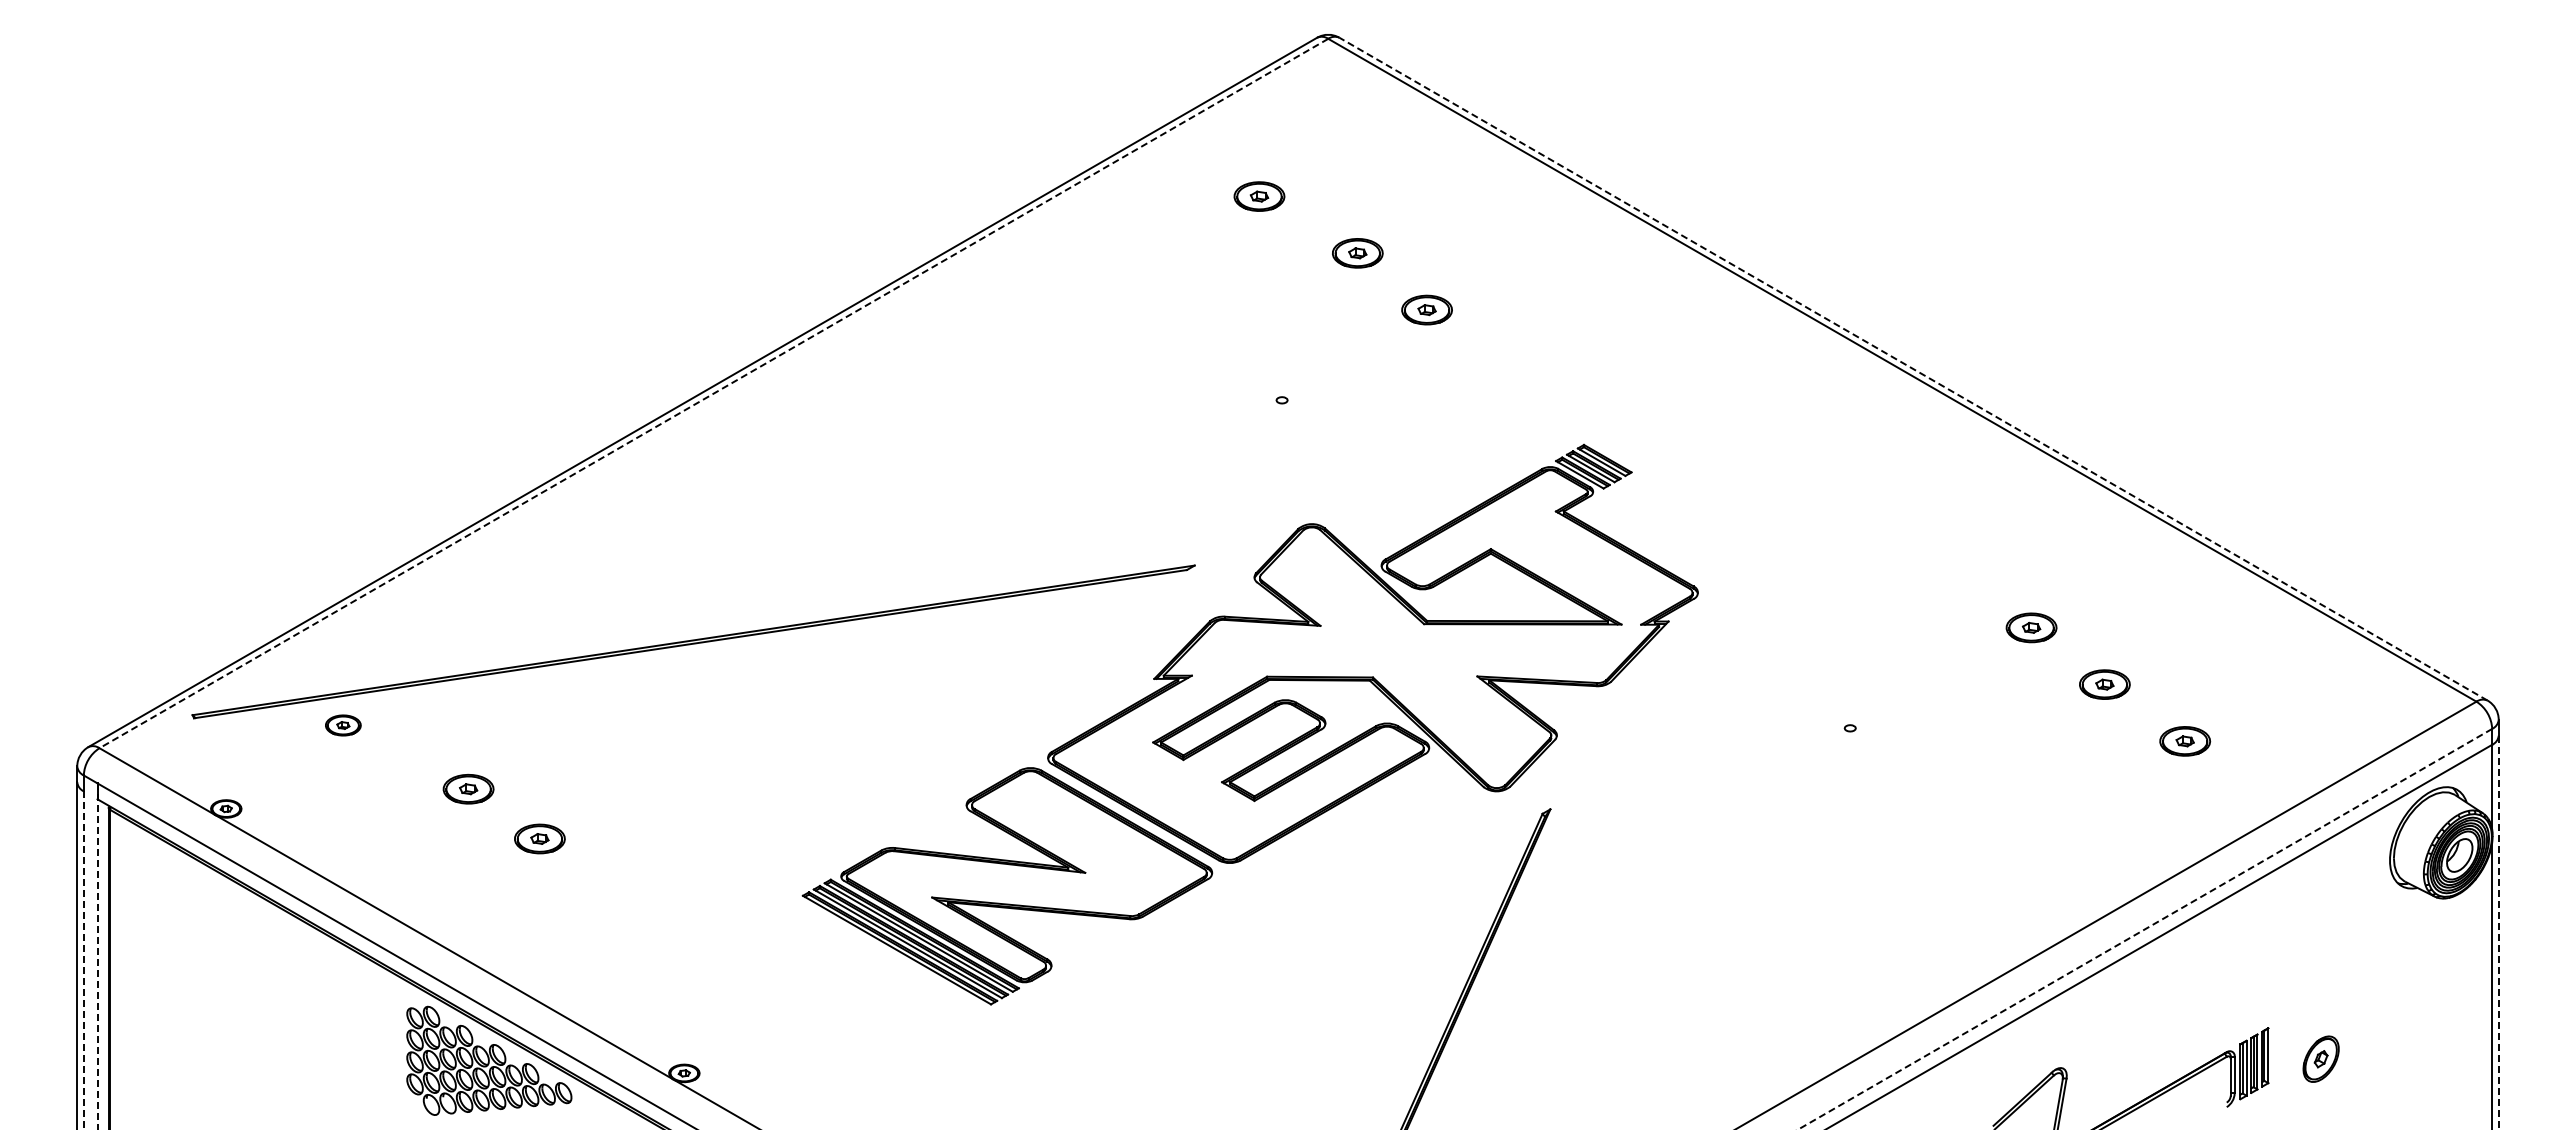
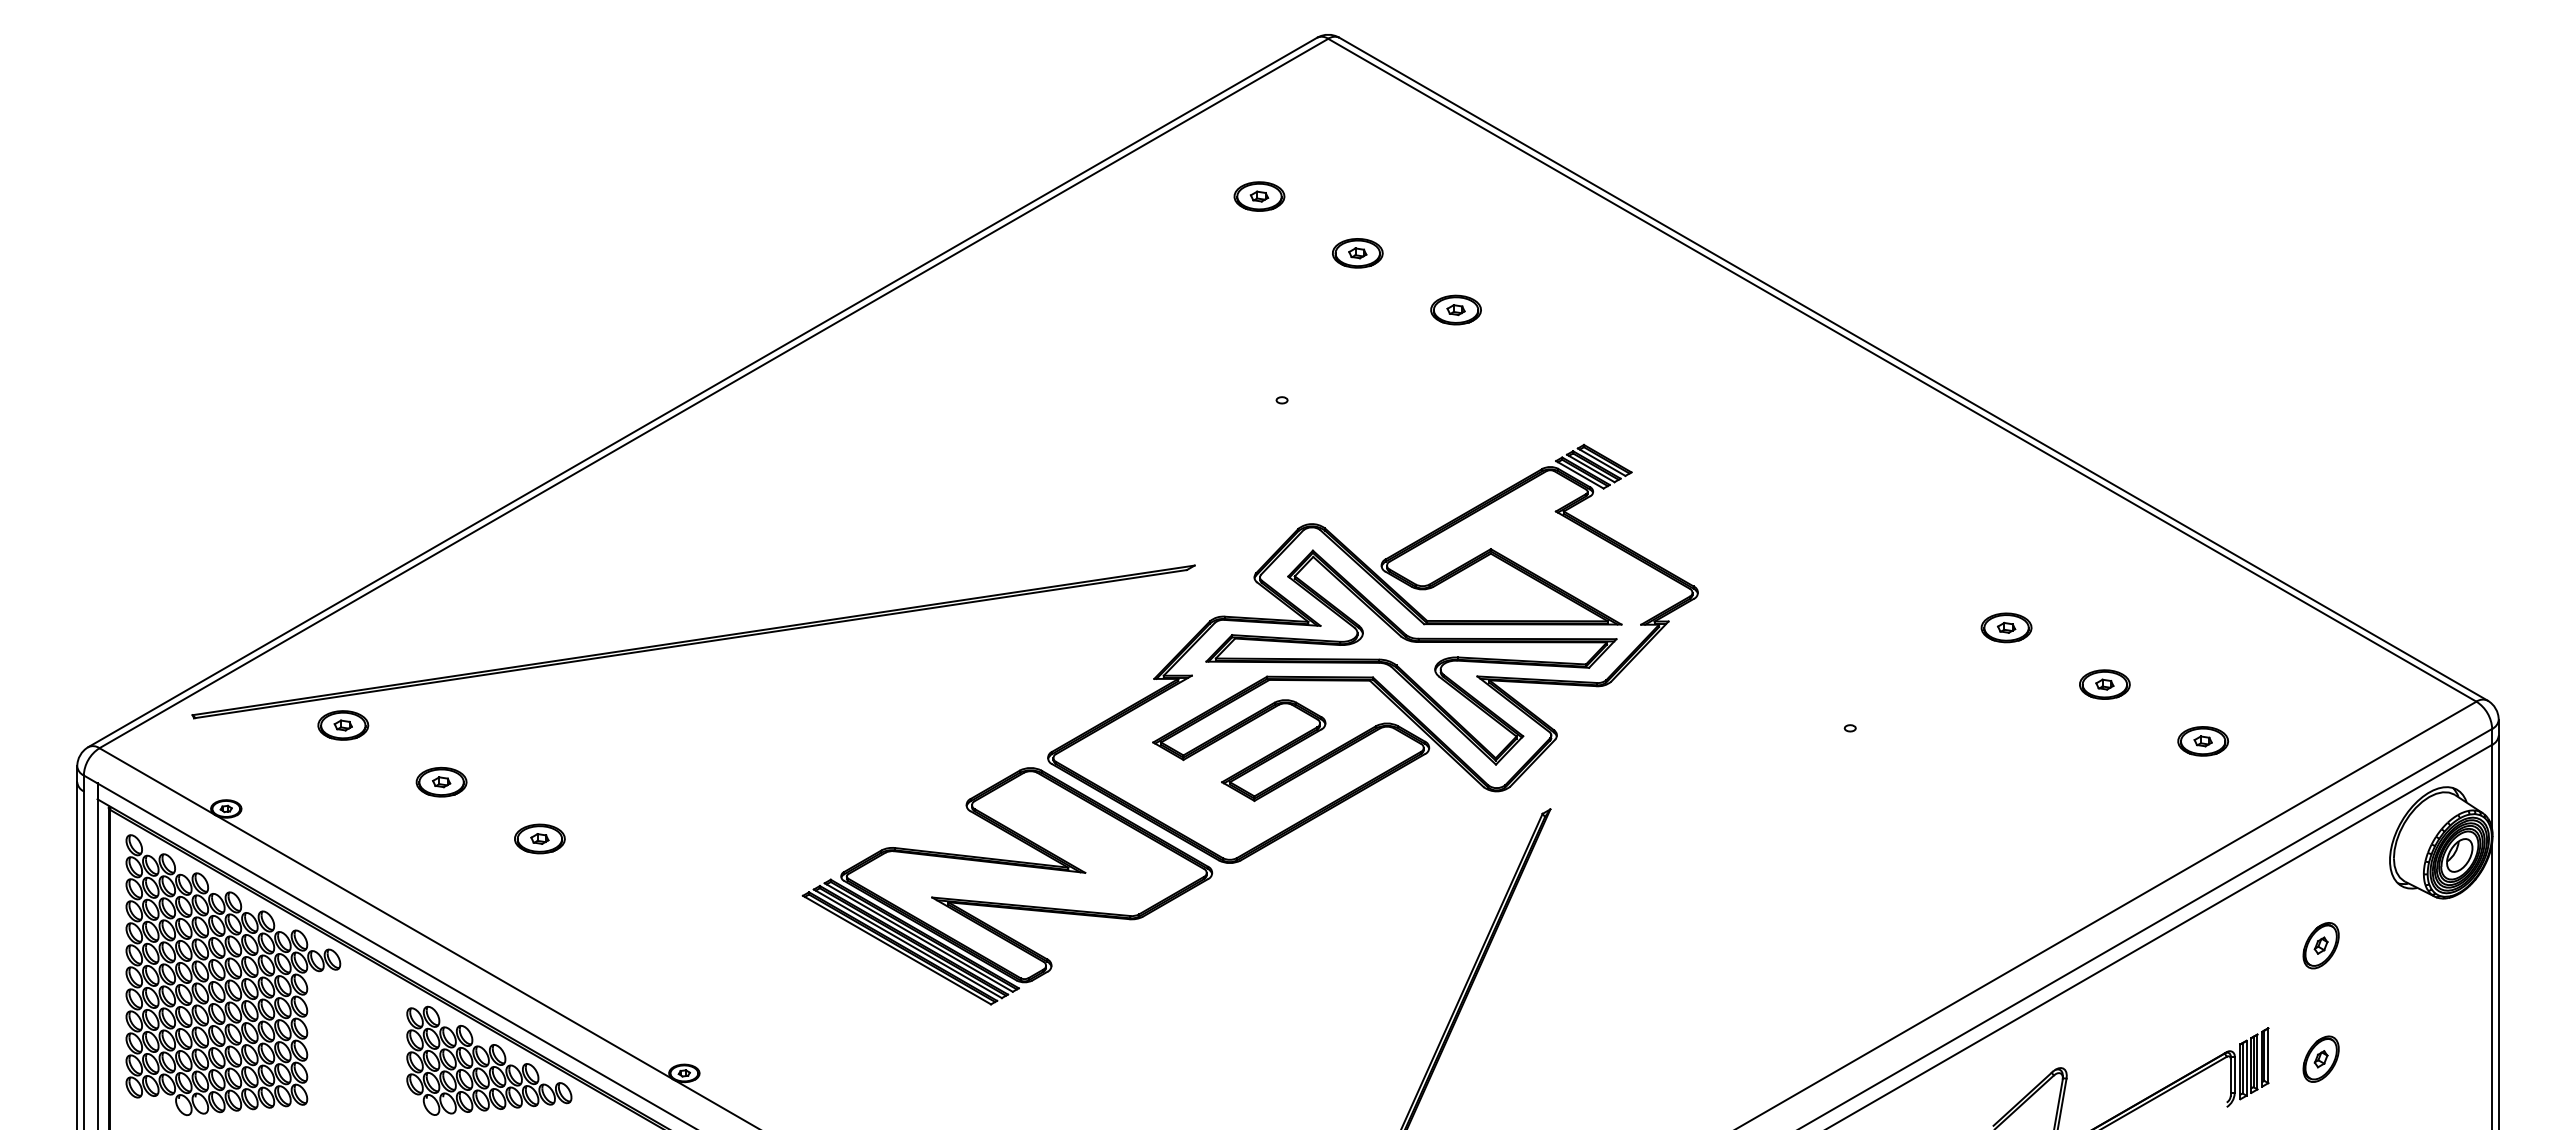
part at (1426, 309) position: (1426, 309) -> (1455, 309)
line at (1913, 369): dashed -> solid
line at (713, 393): dashed -> solid
part at (2031, 627) position: (2031, 627) -> (2006, 627)
part at (1411, 657): none -> present
part at (343, 725) size: 37x23 px -> 53x31 px
part at (2185, 741) position: (2185, 741) -> (2203, 741)
part at (468, 788) position: (468, 788) -> (441, 781)
line at (2144, 929): dashed -> solid
line at (2498, 932): dashed -> solid
part at (2320, 945): none -> present
line at (97, 956): dashed -> solid
line at (83, 960): dashed -> solid
part at (233, 974): none -> present
